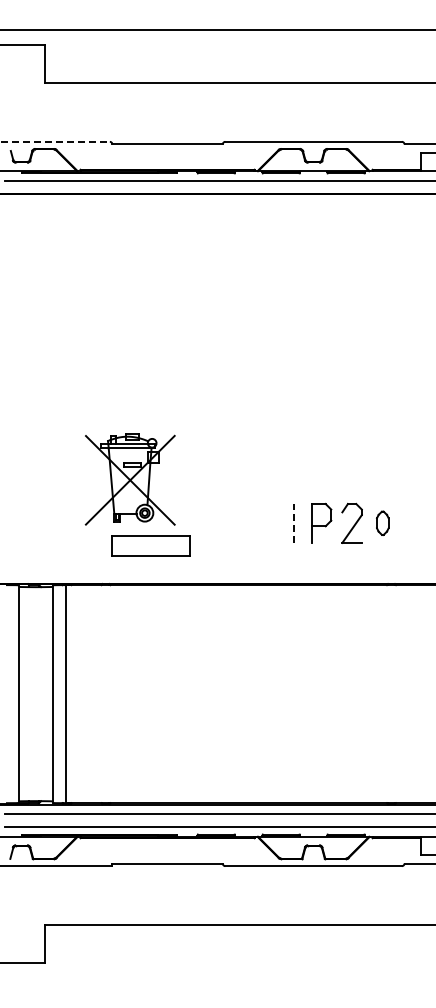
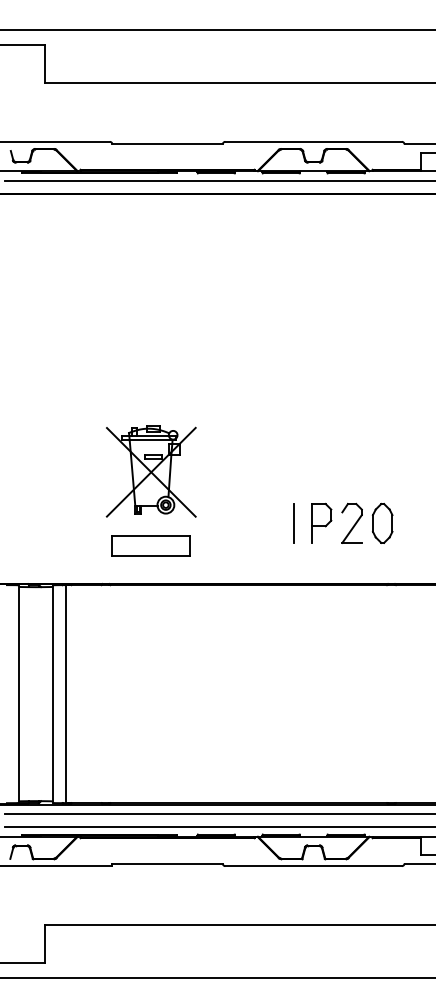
line at (55, 141): dashed -> solid
part at (129, 479) position: (129, 479) -> (150, 471)
line at (294, 522): dashed -> solid
part at (382, 522) size: 14x26 px -> 22x42 px
line at (217, 977): none -> present
